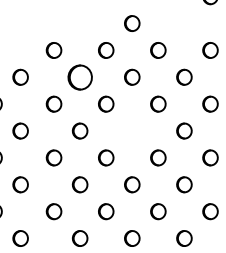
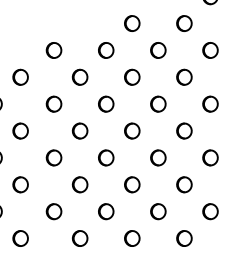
part at (184, 23): none -> present
part at (79, 77) size: 26x27 px -> 18x18 px
part at (132, 130): none -> present
